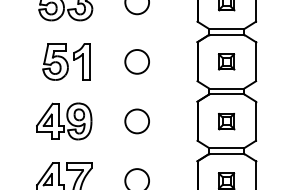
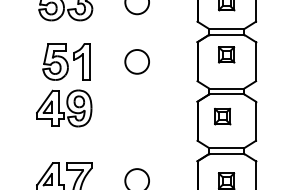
part at (226, 61) position: (226, 61) -> (226, 54)
part at (64, 121) position: (64, 121) -> (64, 108)
circle at (136, 121): present -> none
part at (226, 121) position: (226, 121) -> (222, 116)
